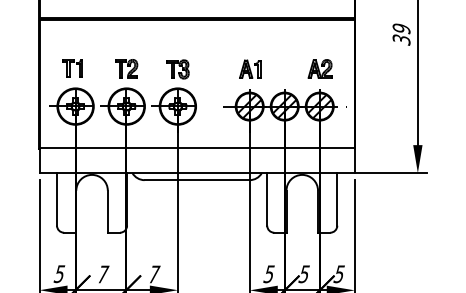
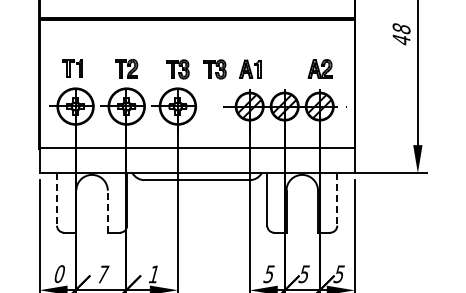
text at (401, 34): 39 -> 48
part at (214, 69): none -> present
line at (57, 199): solid -> dashed
line at (337, 199): solid -> dashed
line at (107, 211): solid -> dashed
text at (59, 274): 5 -> 0
text at (154, 274): 7 -> 1
